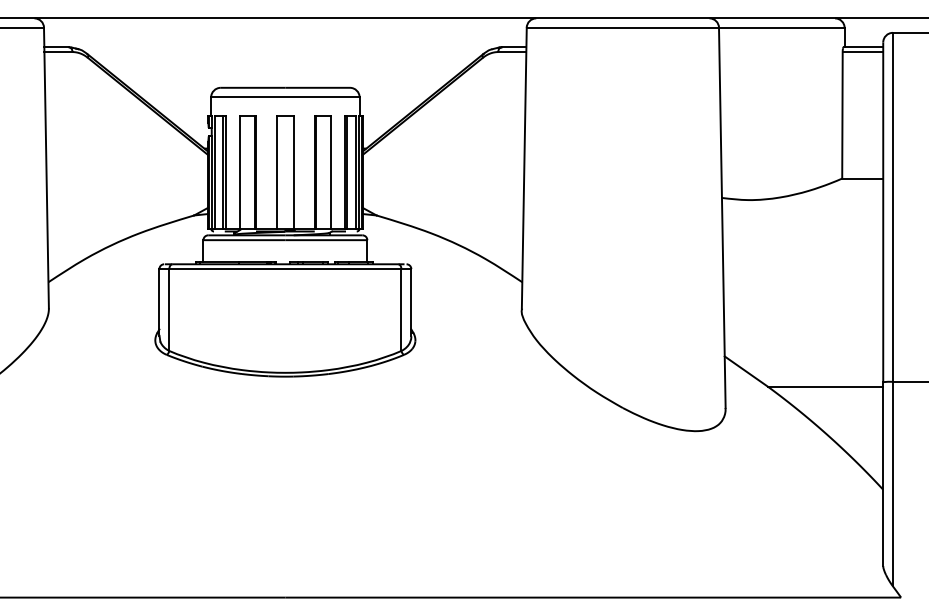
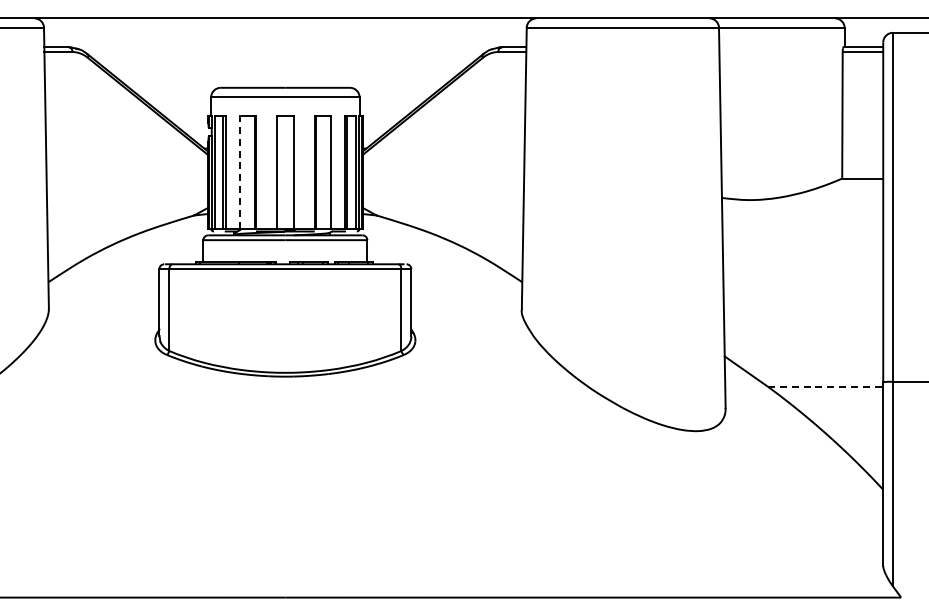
line at (239, 171): solid -> dashed
line at (825, 386): solid -> dashed
